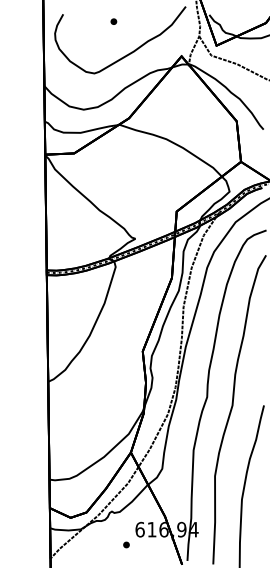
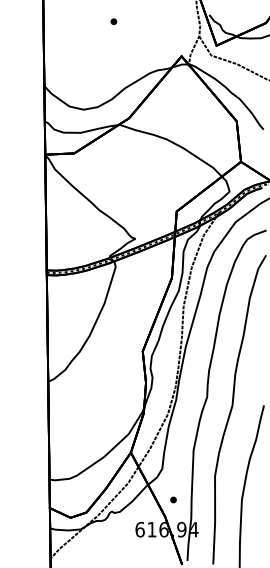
curve at (126, 54): present -> none
part at (126, 544) position: (126, 544) -> (173, 499)
